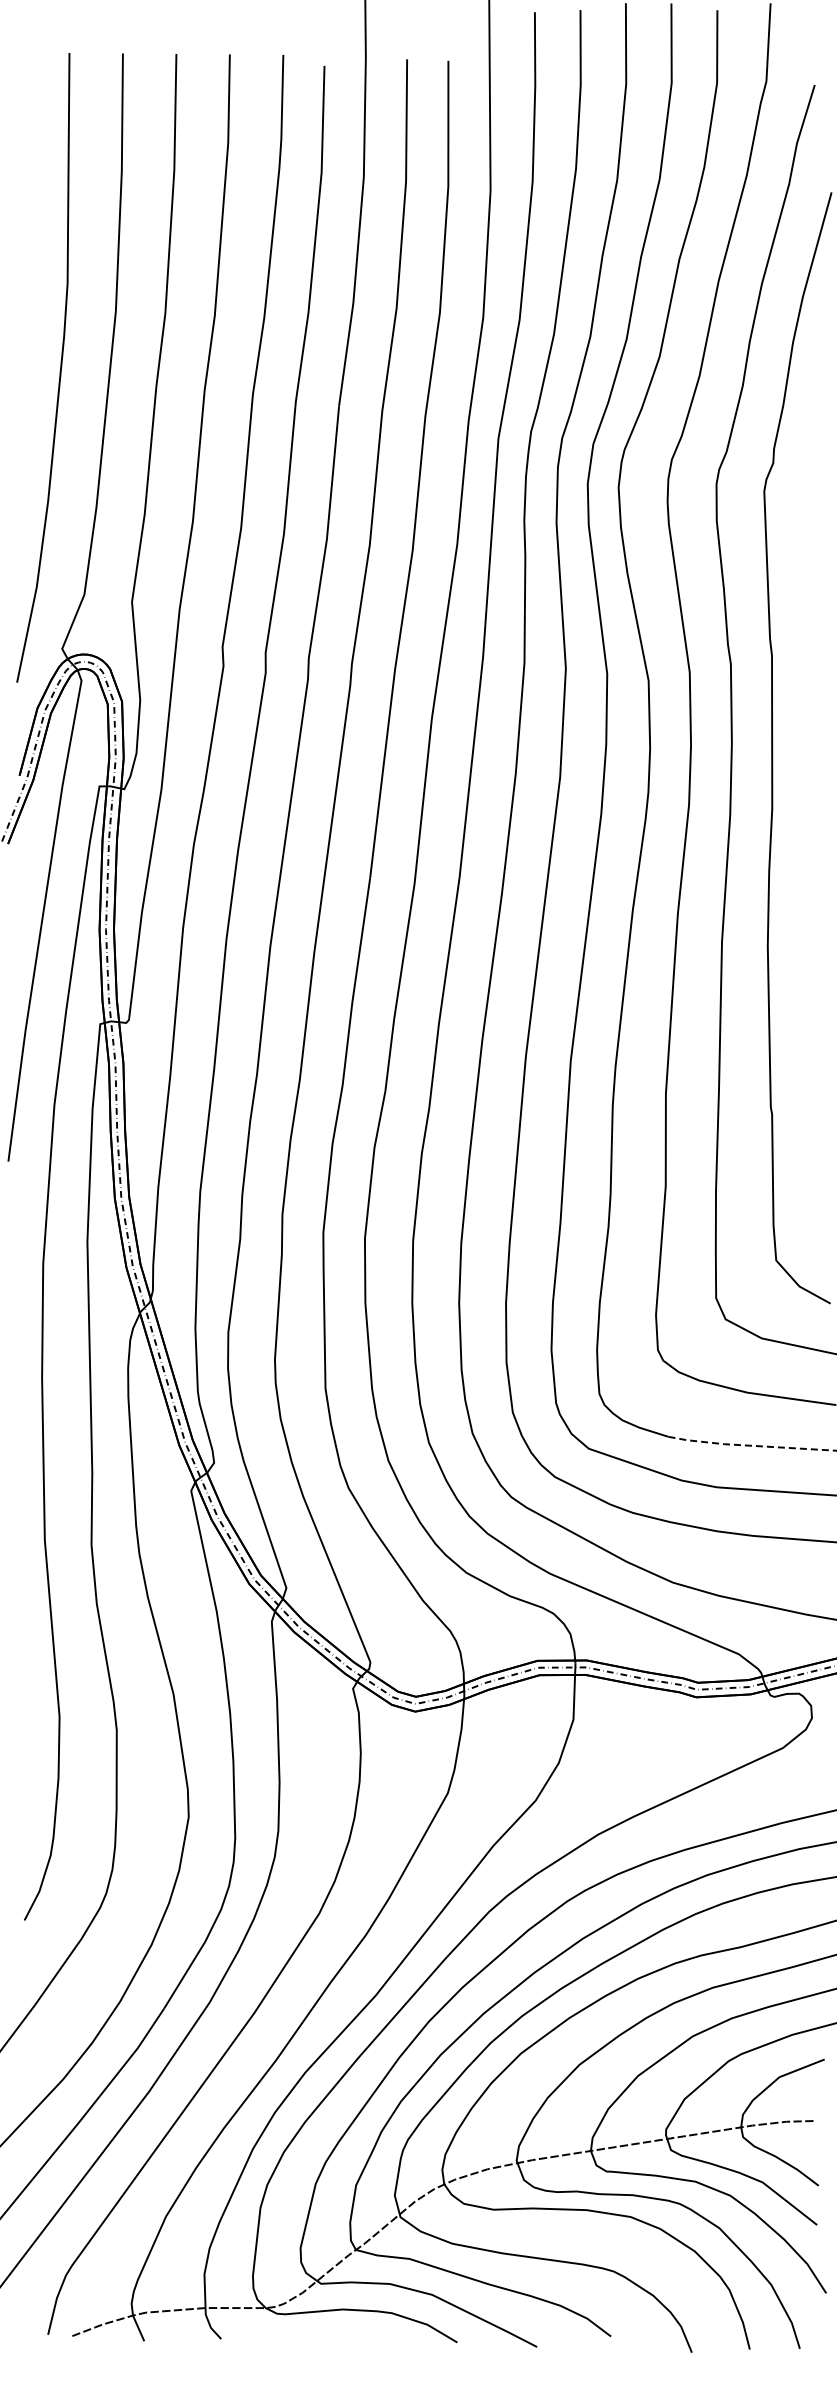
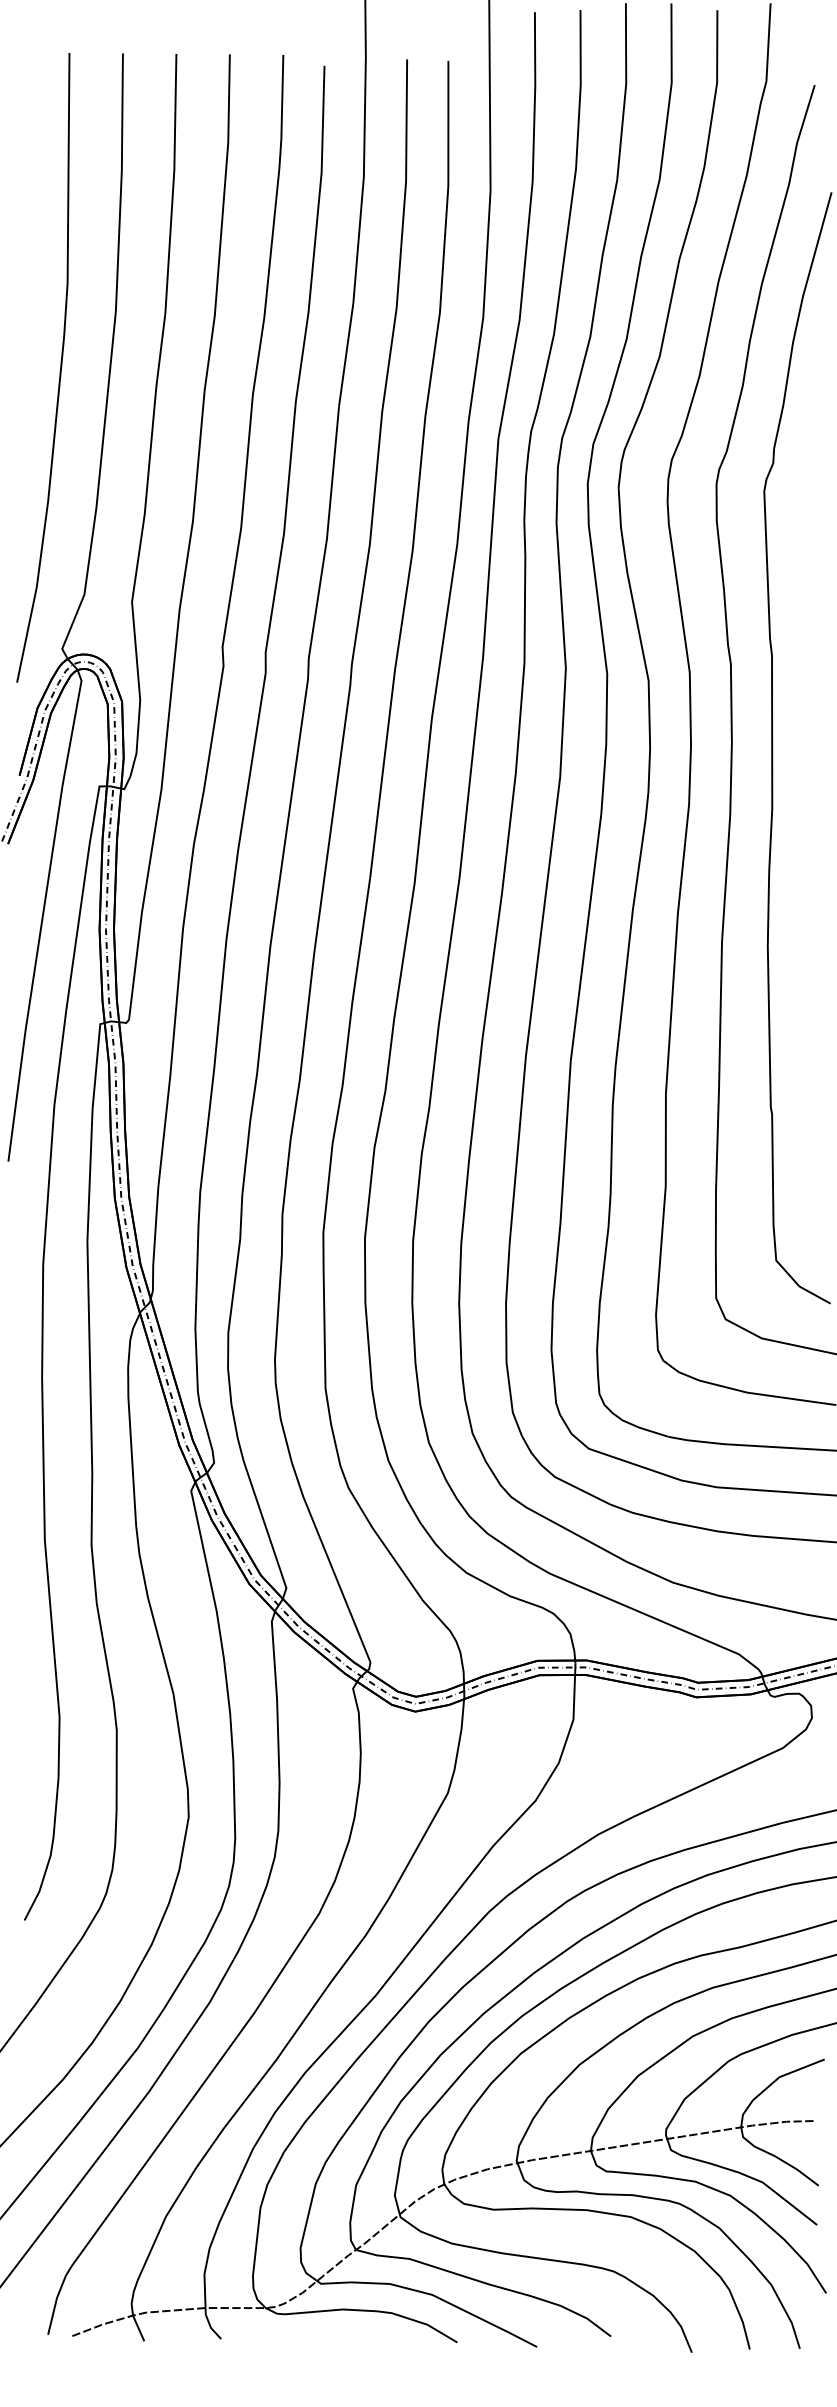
line at (751, 1445): dashed -> solid
